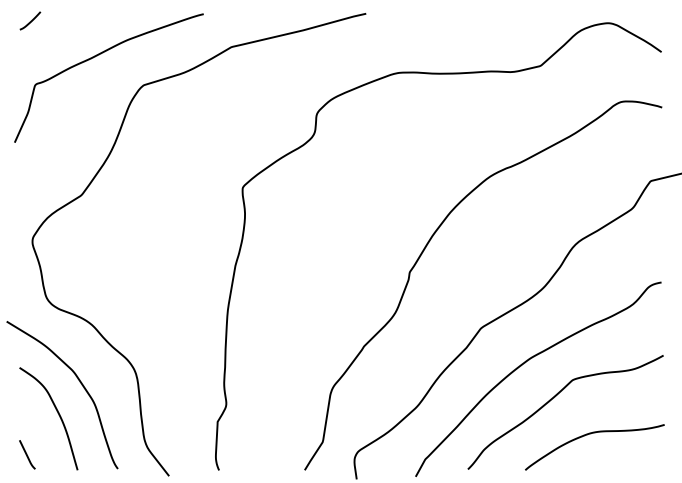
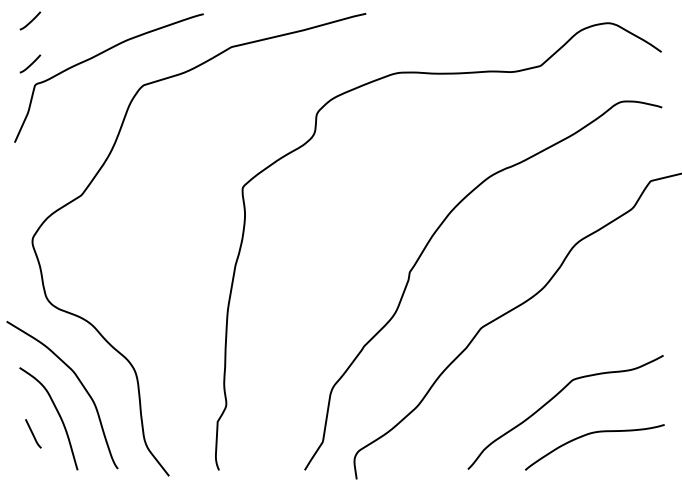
line at (30, 63): none -> present
curve at (525, 363): present -> none
curve at (27, 454) position: (27, 454) -> (33, 433)
